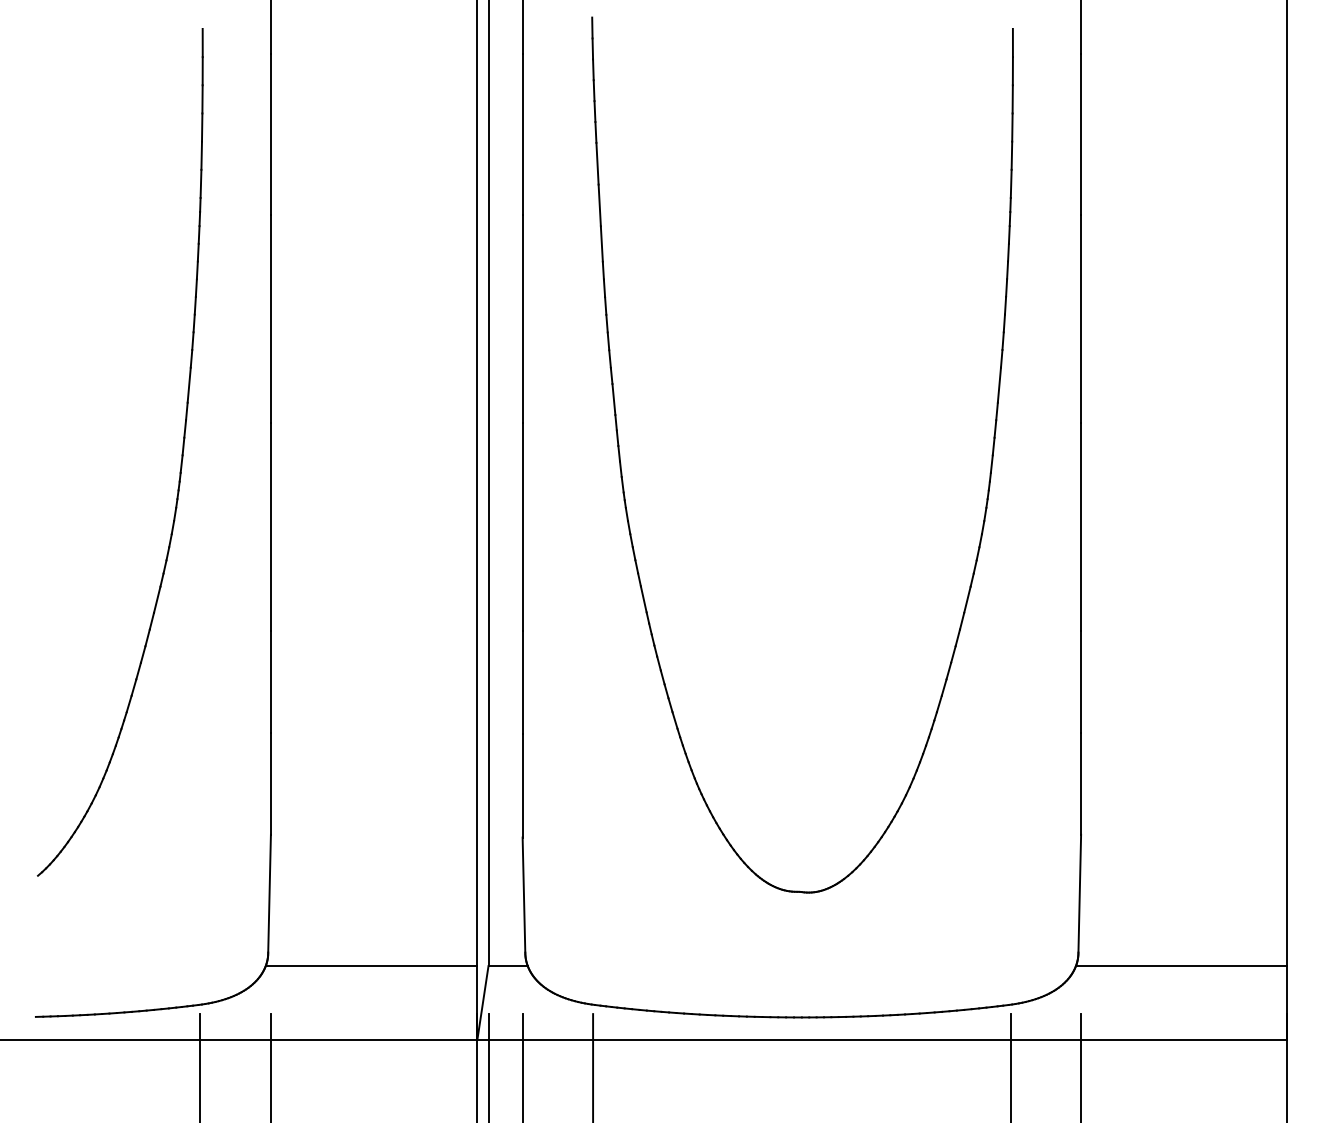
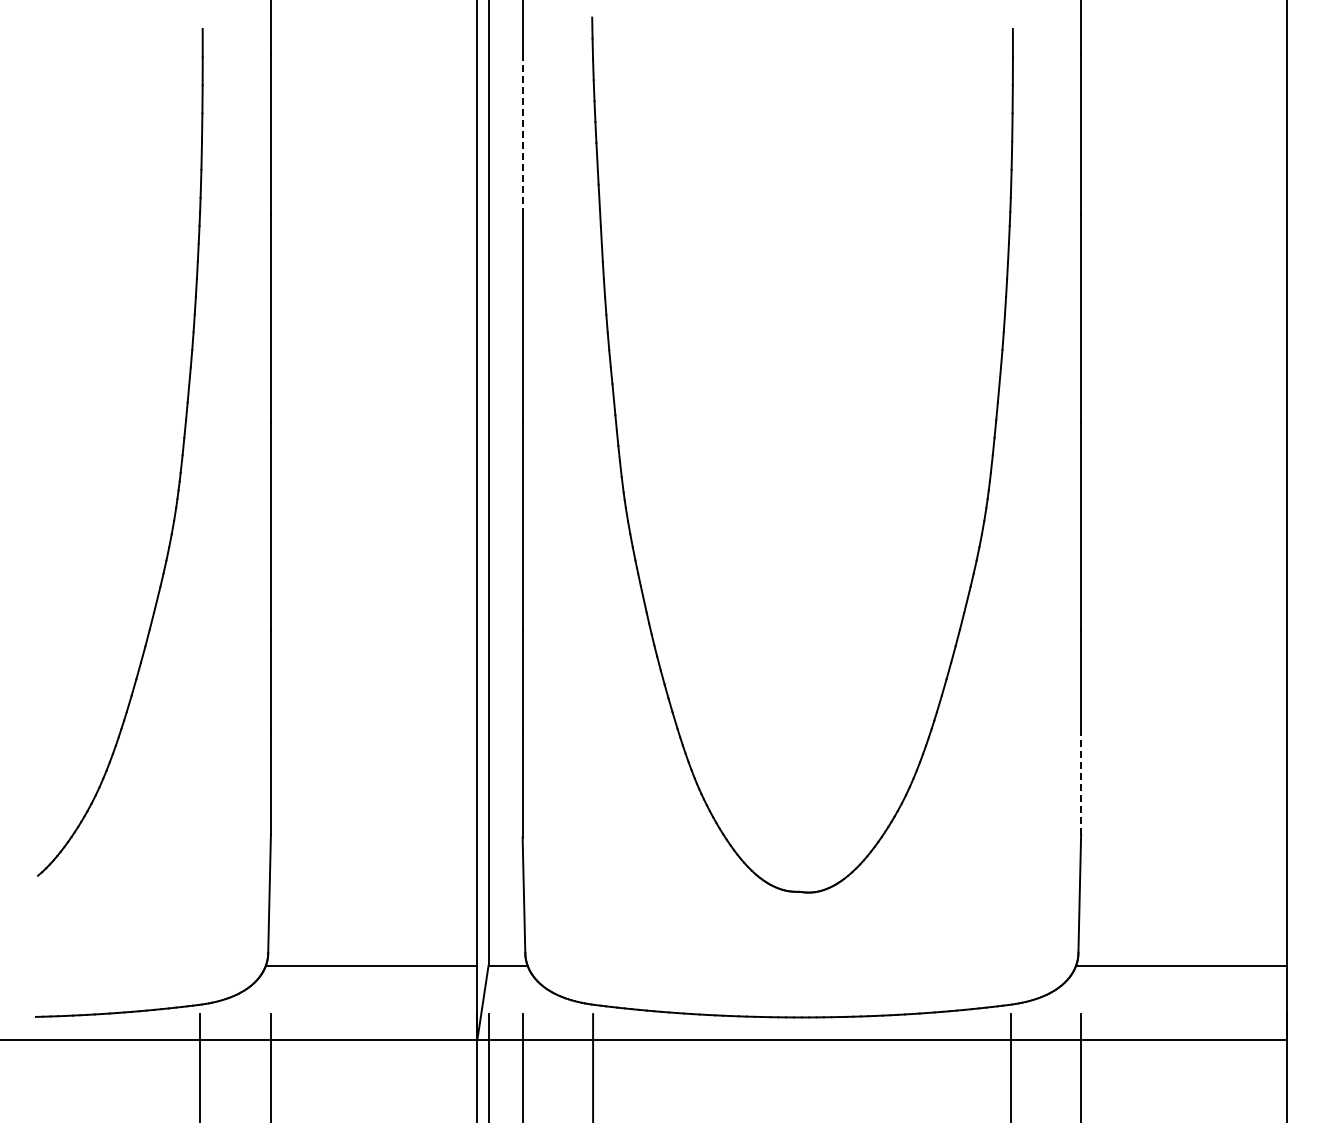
line at (522, 135): solid -> dashed
line at (1081, 783): solid -> dashed
